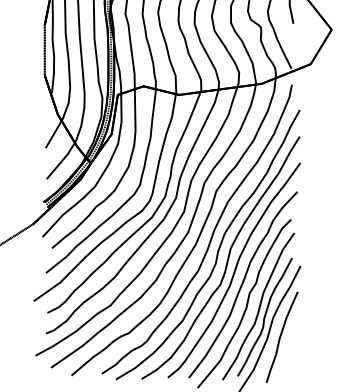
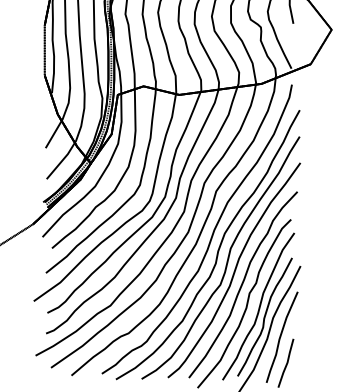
line at (286, 362): none -> present
